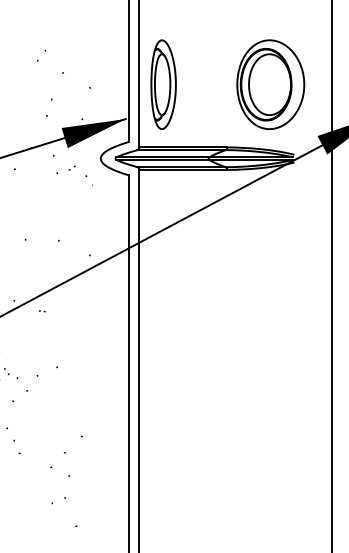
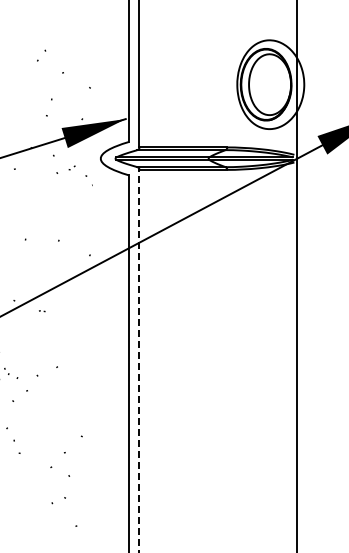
part at (163, 84): present -> none
line at (332, 275) position: (332, 275) -> (297, 275)
line at (139, 360): solid -> dashed
